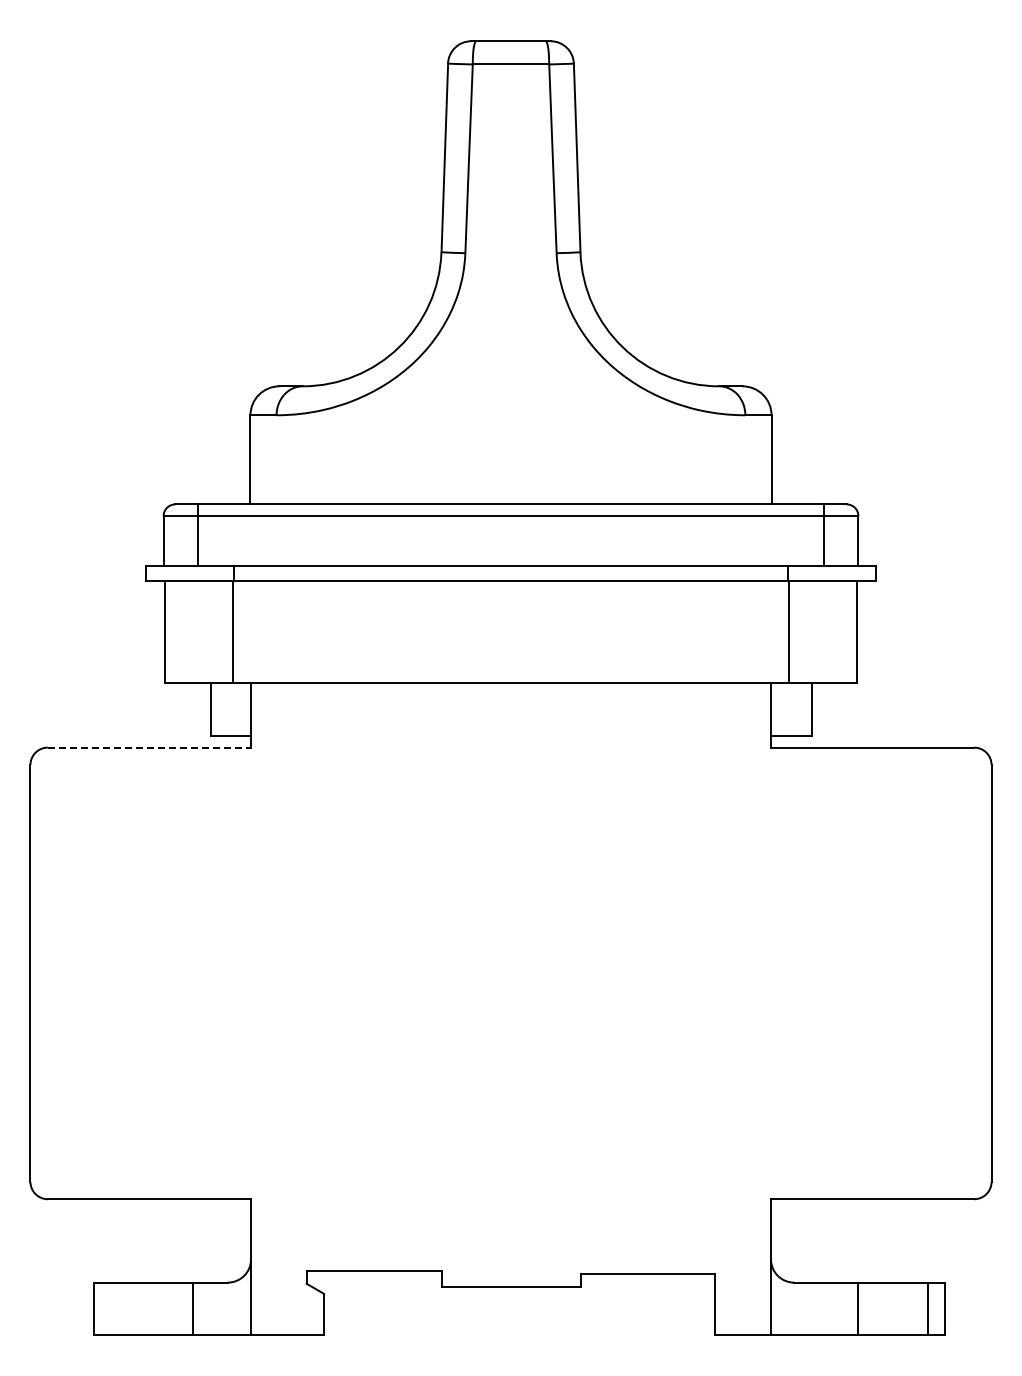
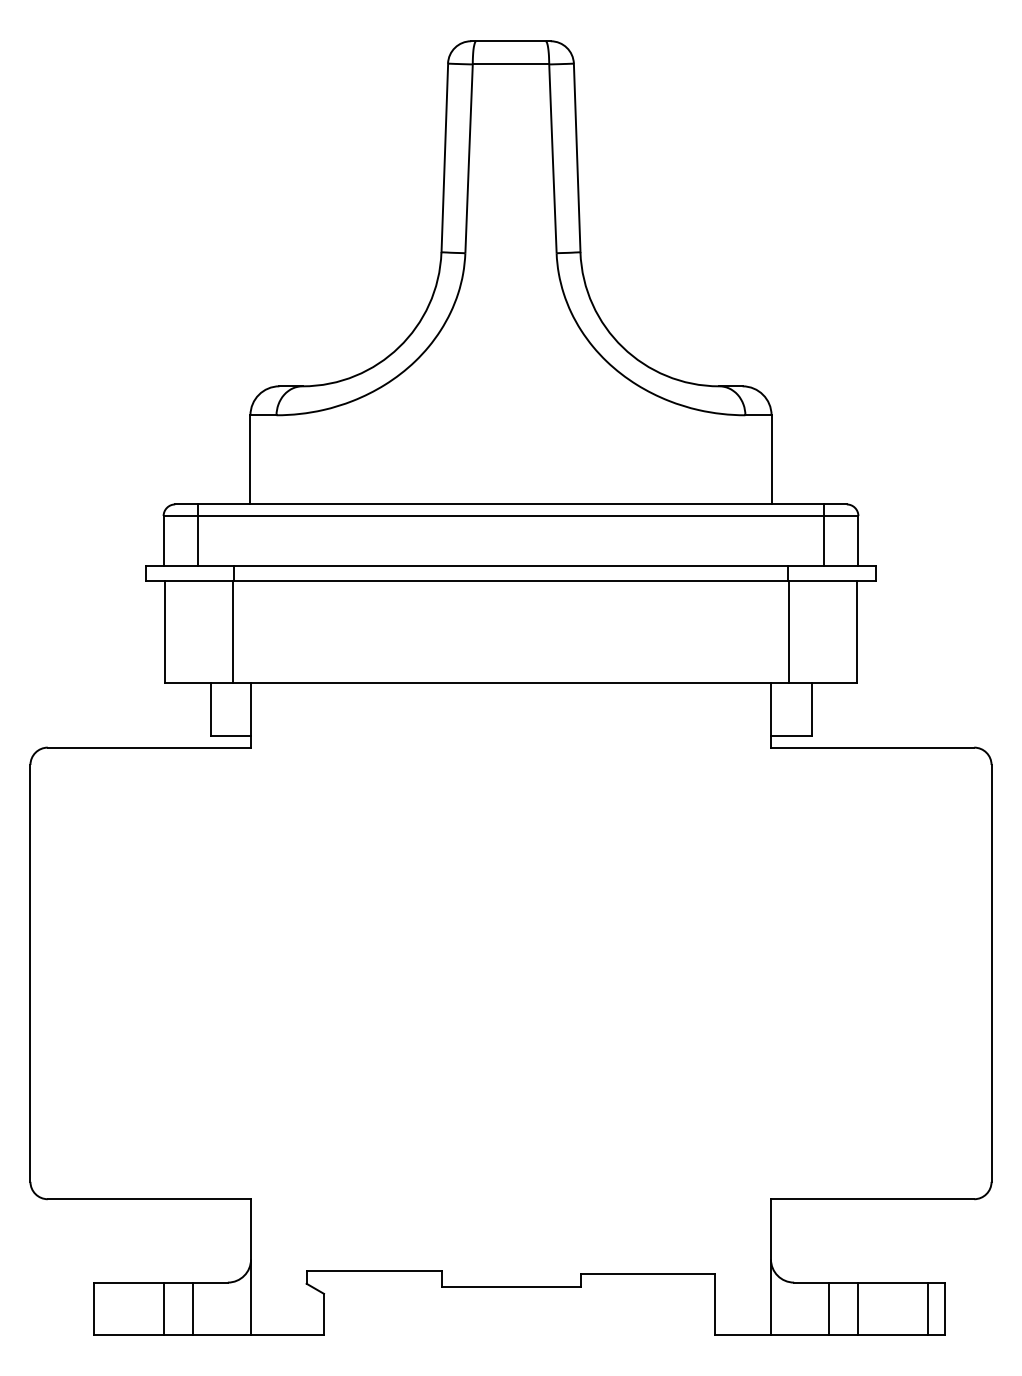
line at (149, 747): dashed -> solid
line at (163, 1308): none -> present
line at (828, 1308): none -> present
